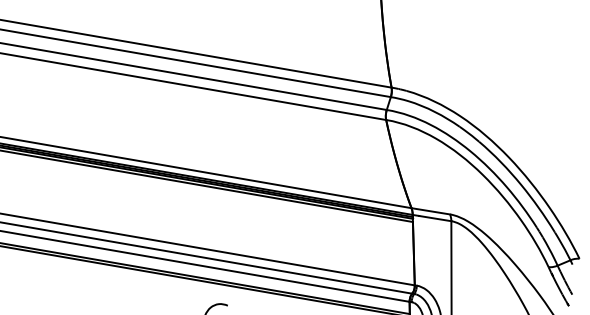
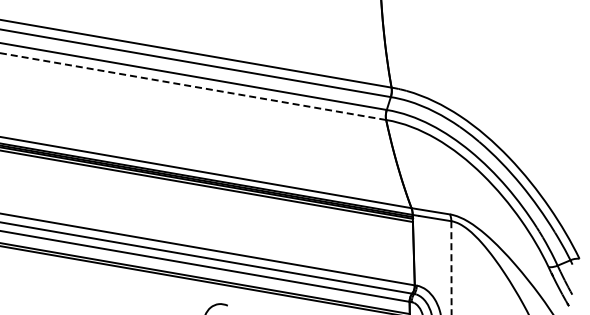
line at (193, 86): solid -> dashed
line at (451, 268): solid -> dashed
